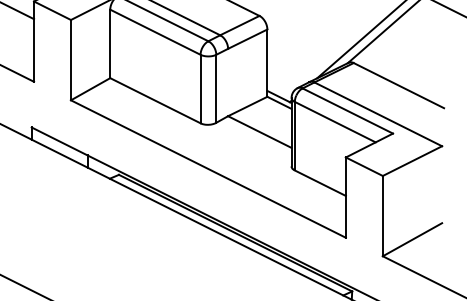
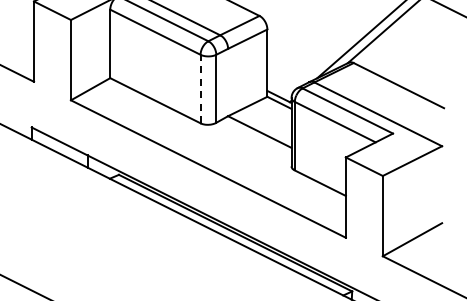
line at (18, 11): present -> none
line at (200, 88): solid -> dashed
